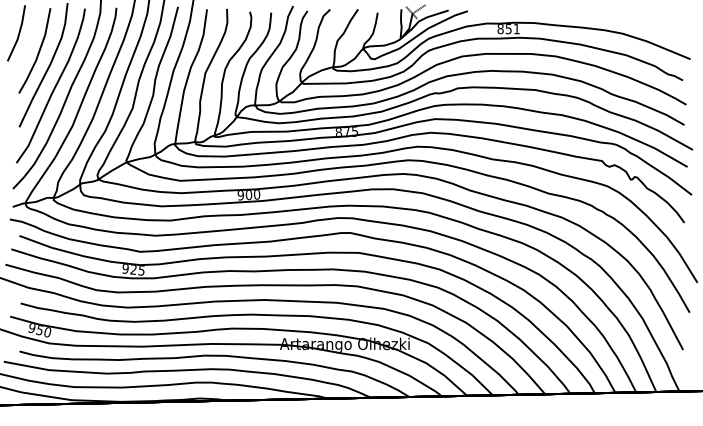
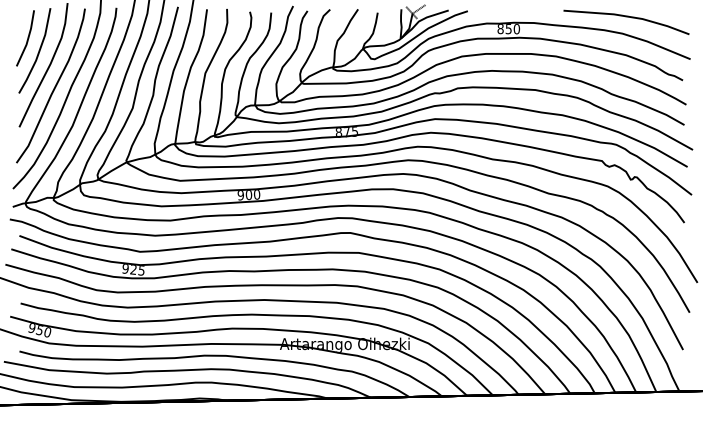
line at (626, 17): none -> present
text at (516, 29): 851 -> 850
line at (18, 33) position: (18, 33) -> (27, 38)
